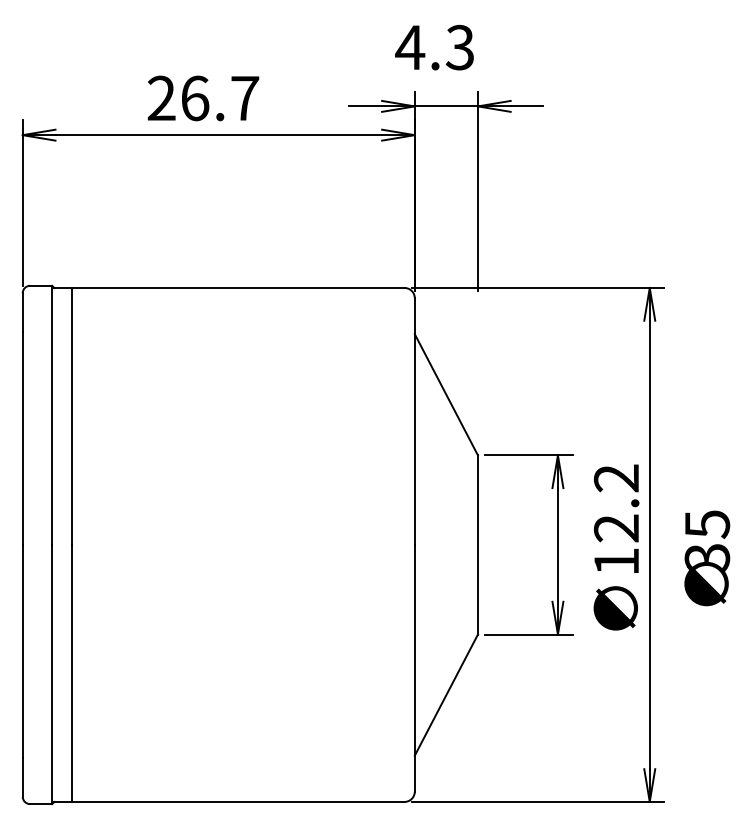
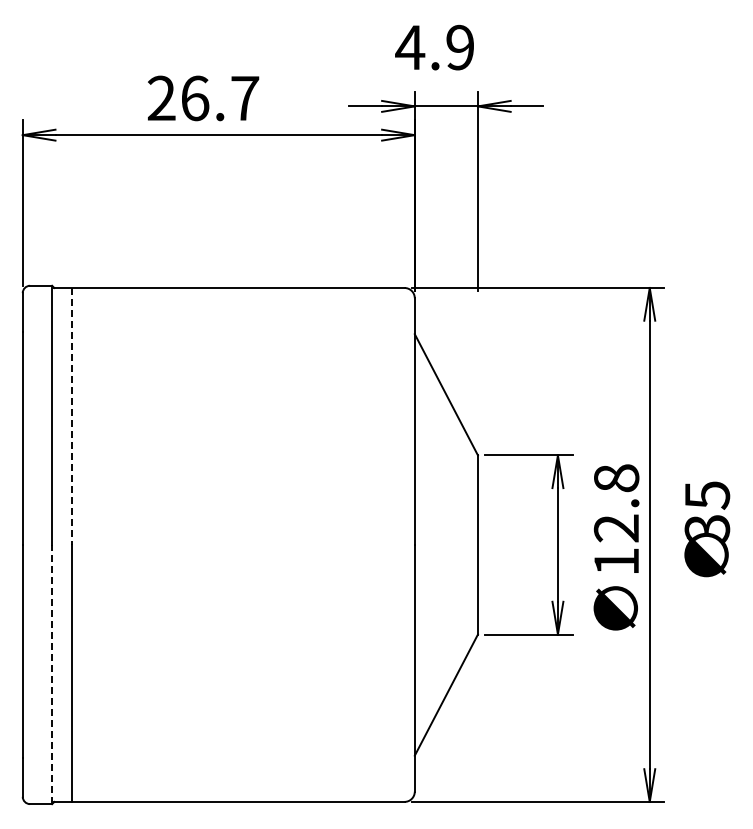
text at (459, 47): 4.3 -> 4.9
line at (72, 416): solid -> dashed
text at (616, 478): 12.2 -> 12.8
text at (707, 558) position: (707, 558) -> (707, 529)
line at (52, 674): solid -> dashed
